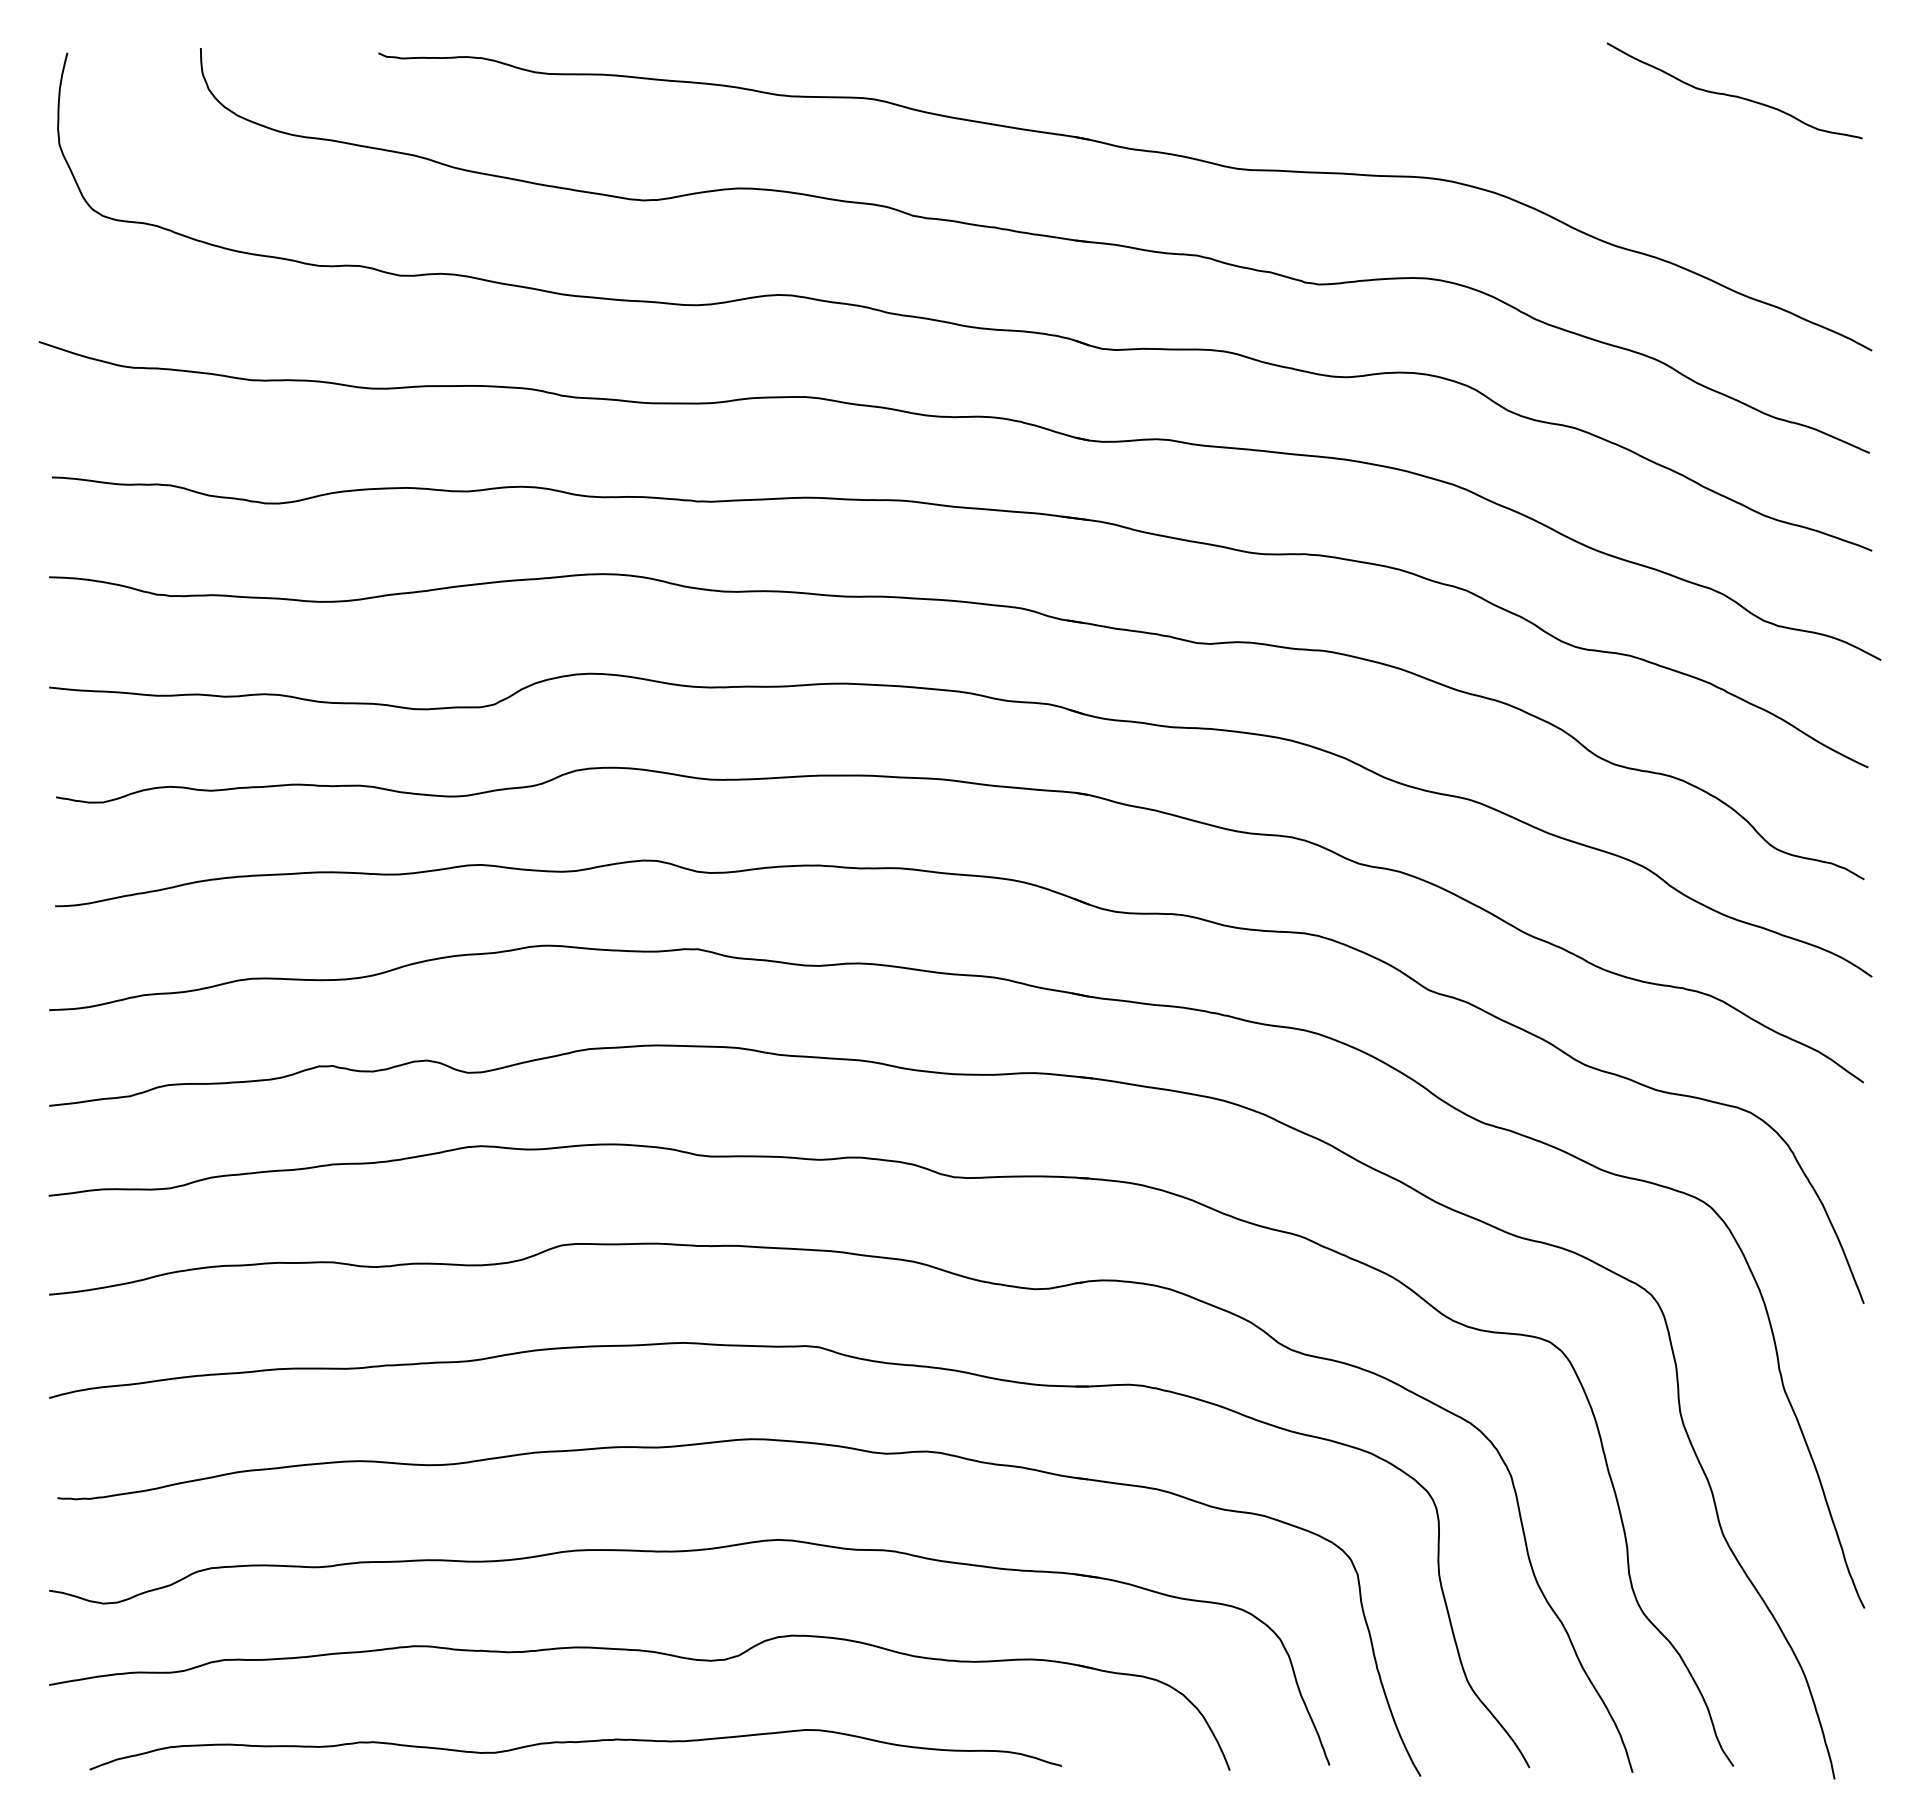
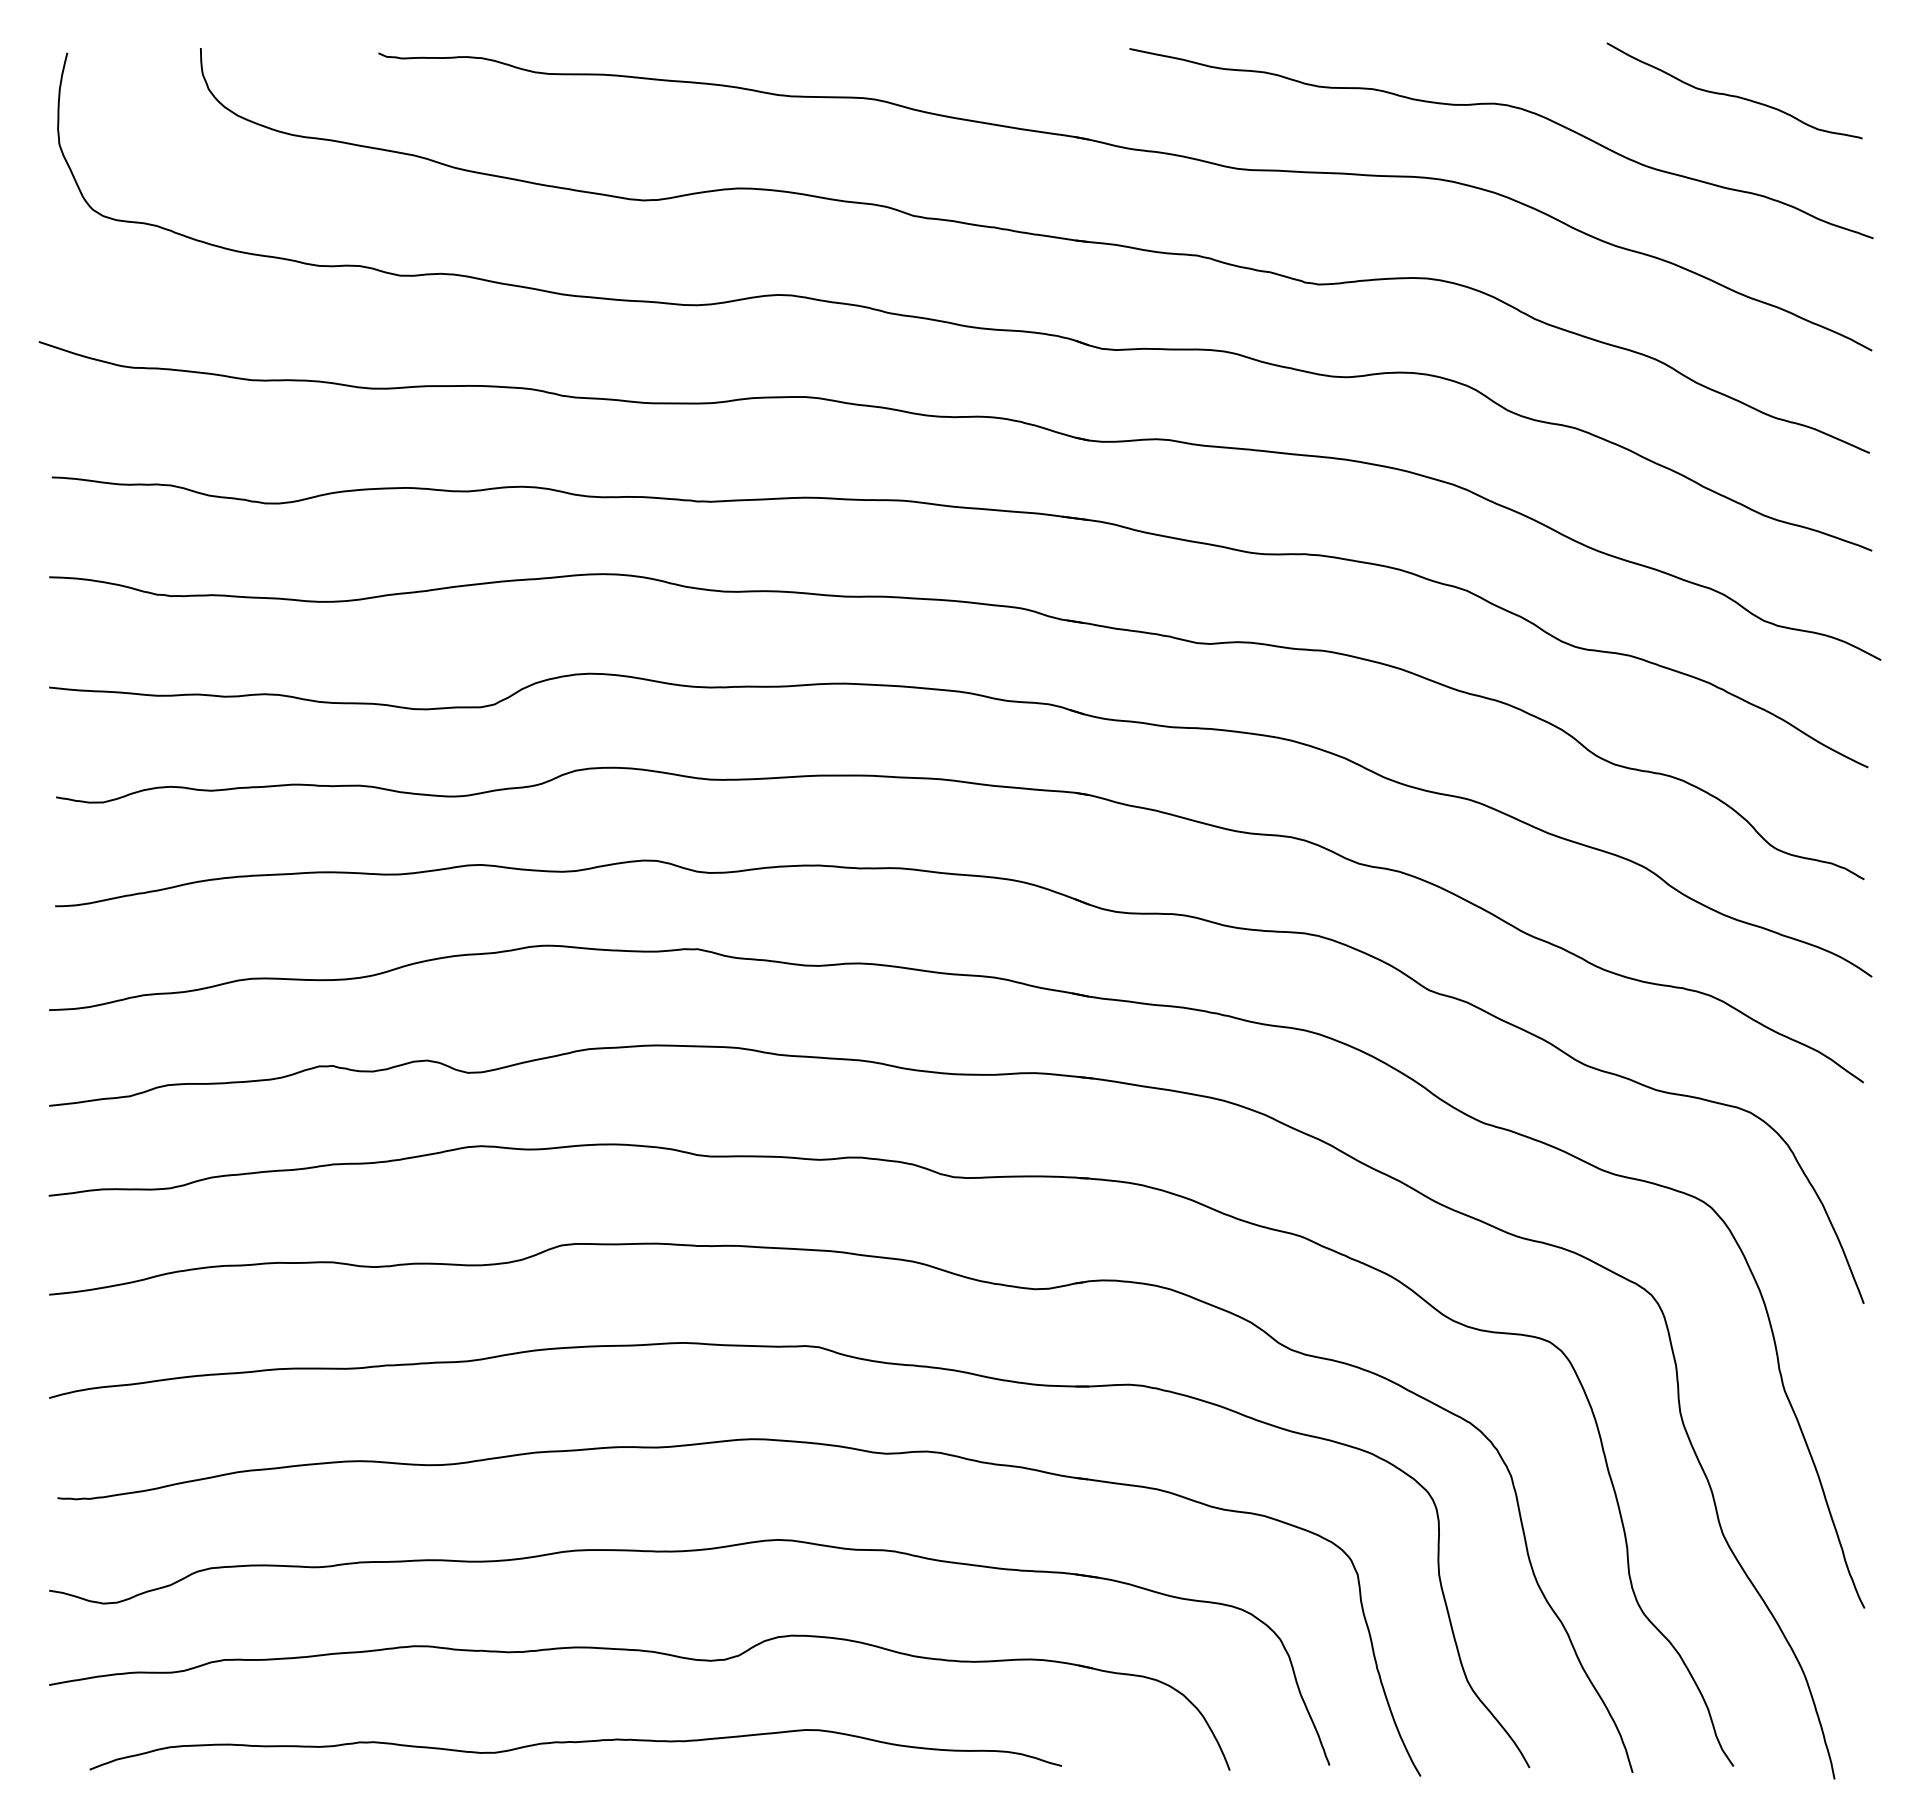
curve at (1510, 107): none -> present
